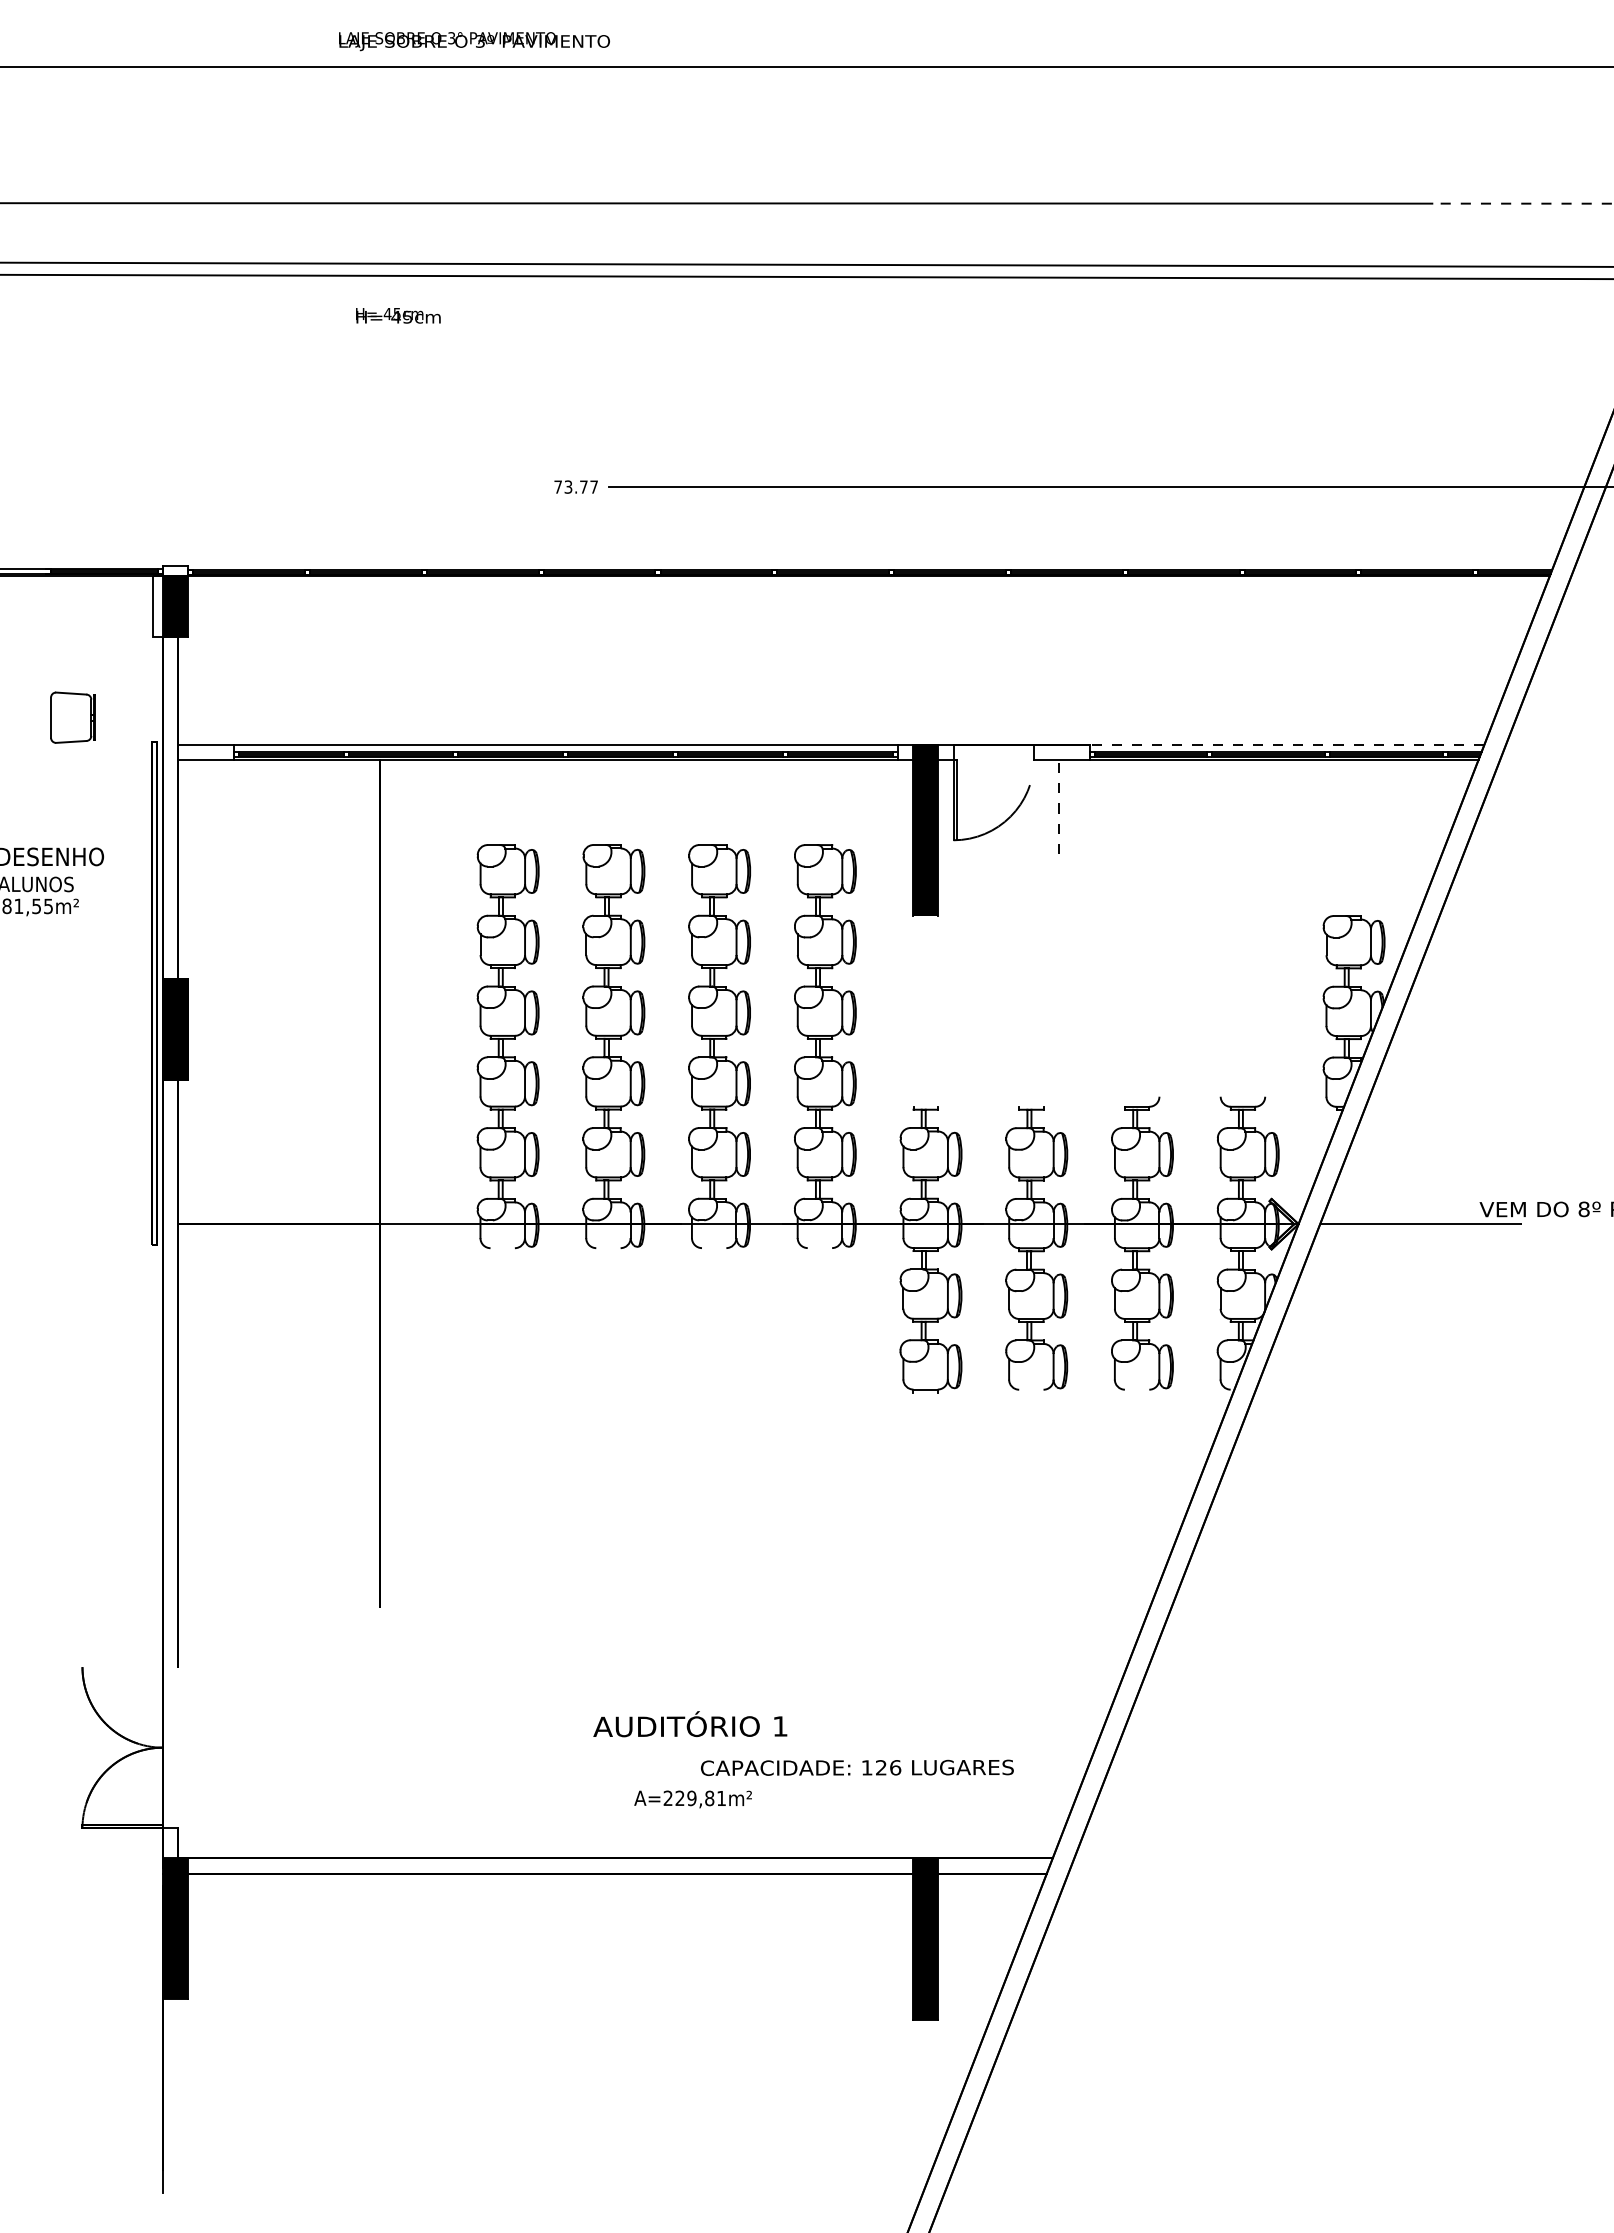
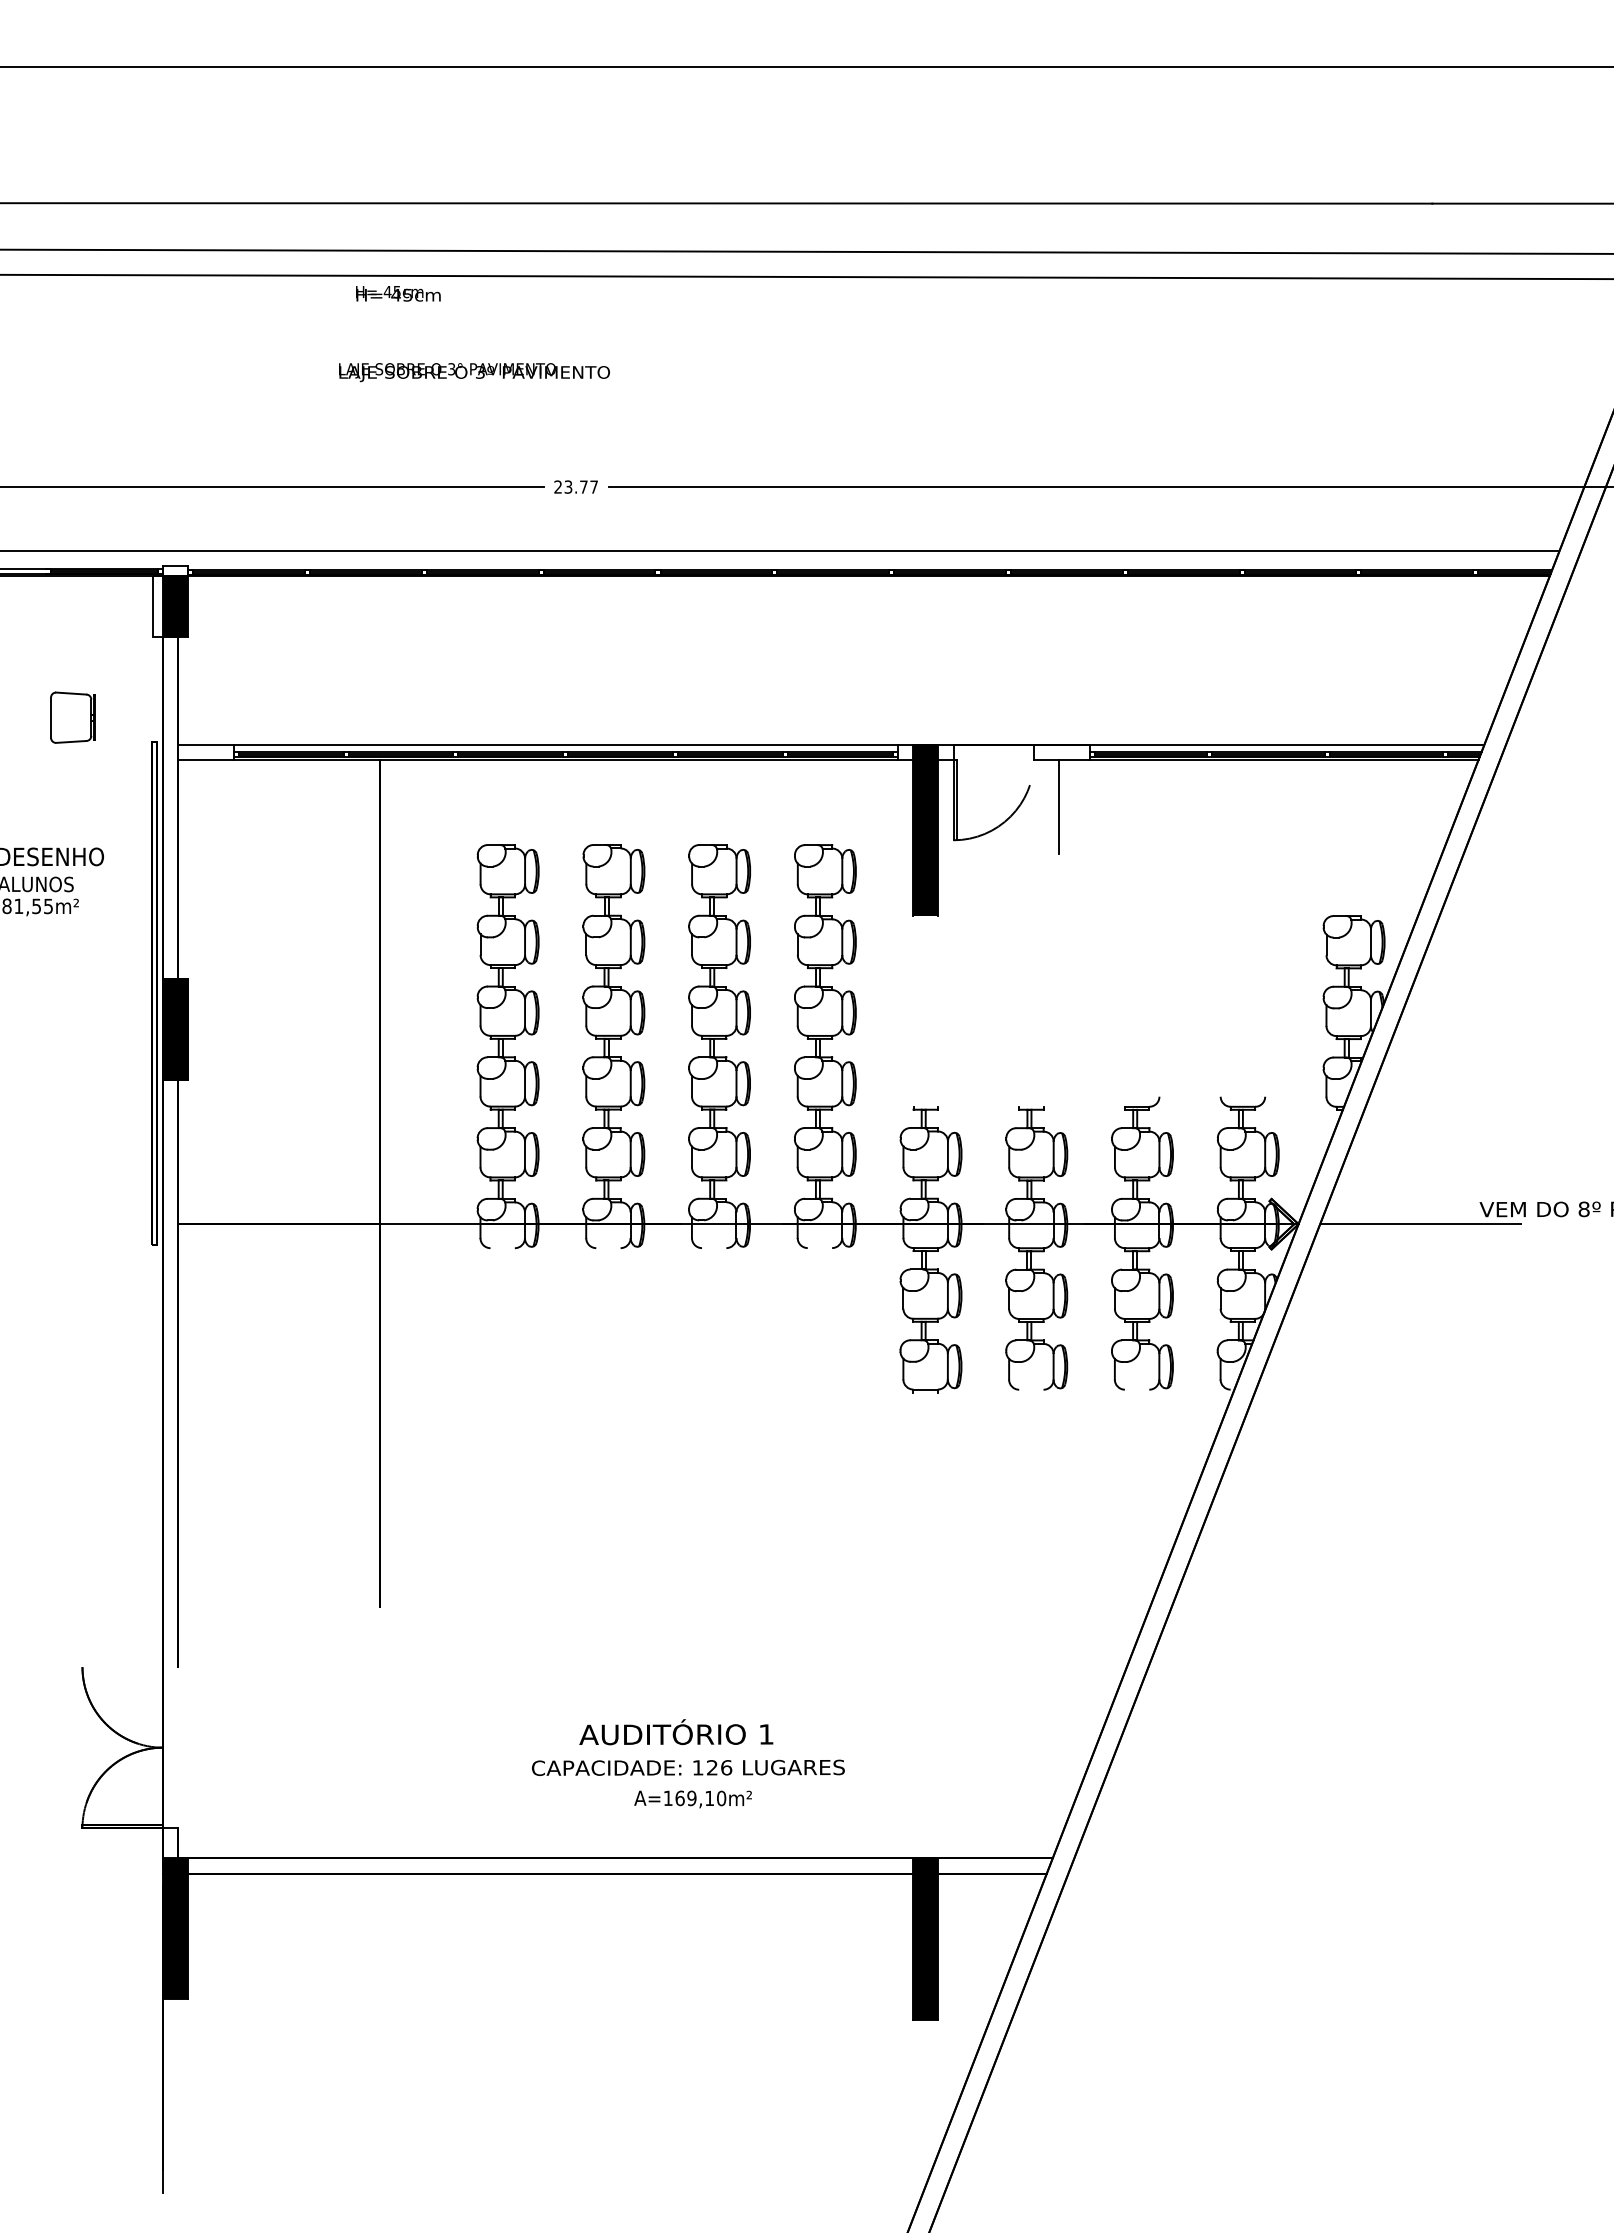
text at (474, 41) position: (474, 41) -> (474, 372)
line at (1522, 203): dashed -> solid
line at (806, 264) position: (806, 264) -> (806, 251)
text at (398, 315) position: (398, 315) -> (398, 293)
text at (557, 486): 73.77 -> 23.77
line at (273, 487): none -> present
line at (780, 551): none -> present
line at (1286, 744): dashed -> solid
line at (1059, 806): dashed -> solid
text at (690, 1724) position: (690, 1724) -> (676, 1732)
text at (857, 1767) position: (857, 1767) -> (688, 1767)
text at (694, 1798): A=229,81m² -> A=169,10m²
